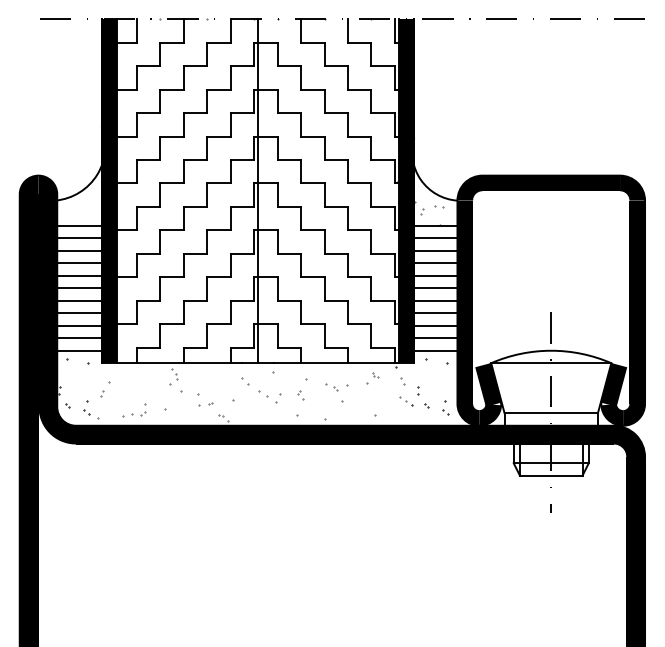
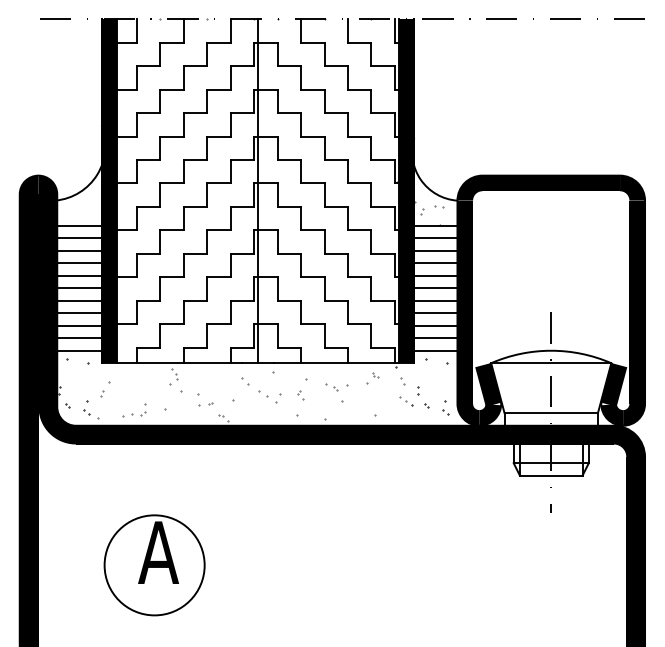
part at (154, 565): none -> present
